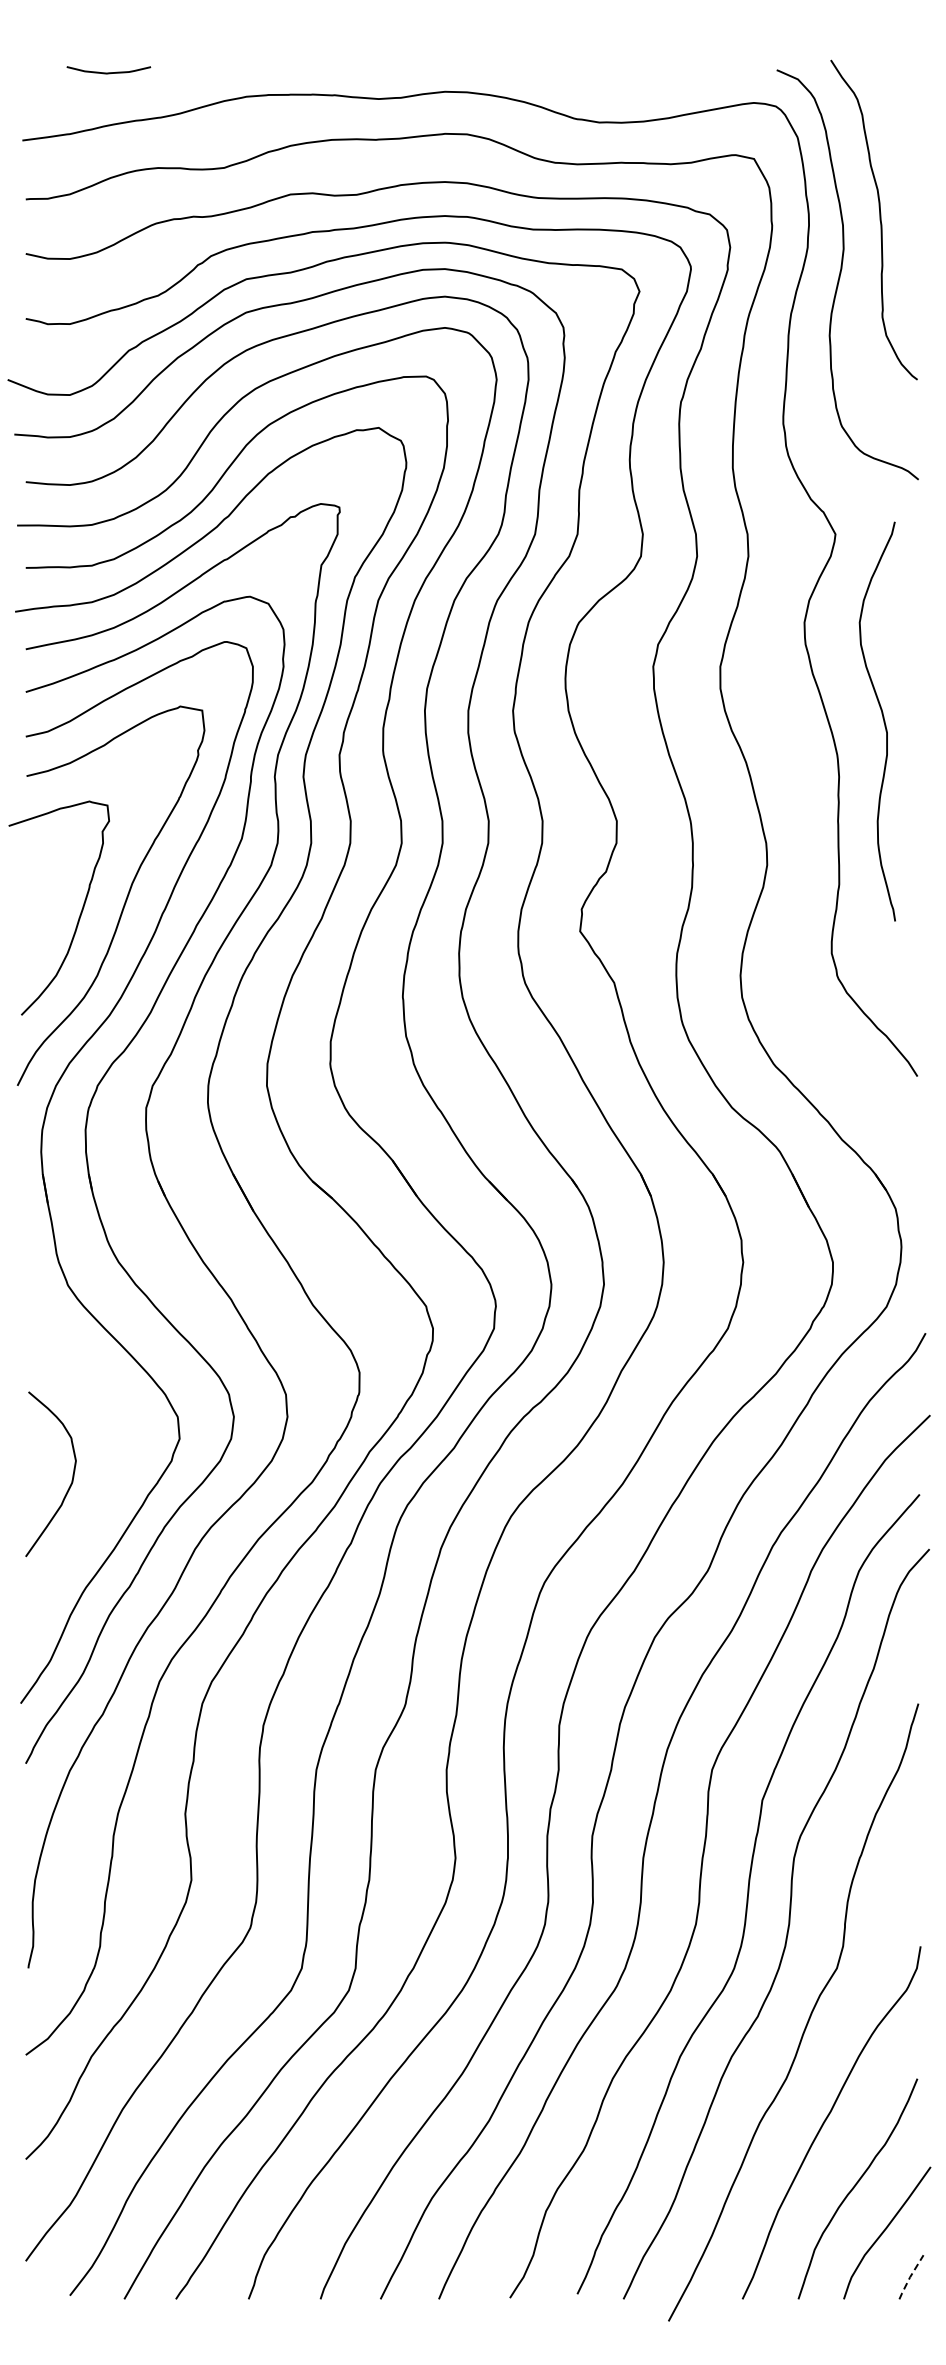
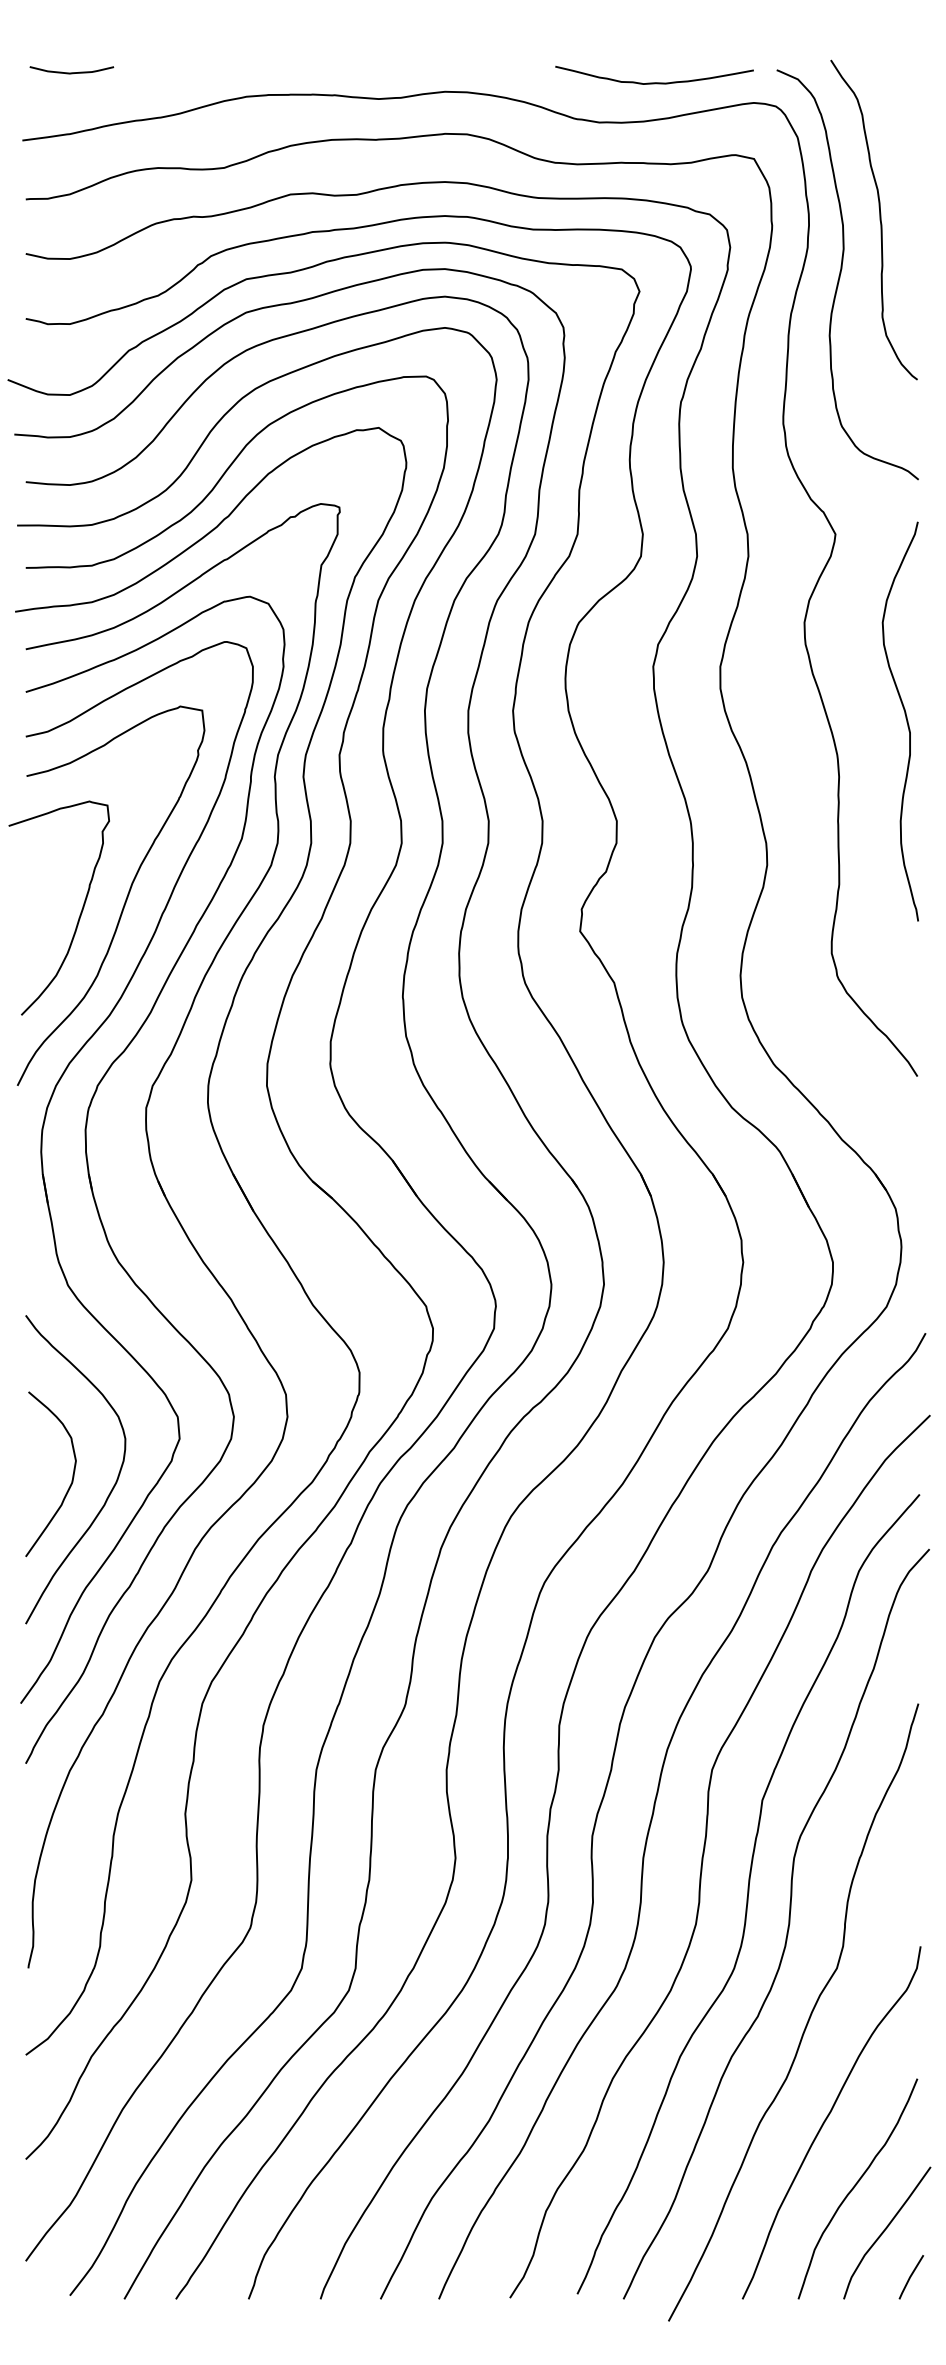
curve at (108, 72) position: (108, 72) -> (71, 72)
curve at (654, 82): none -> present
curve at (882, 718) position: (882, 718) -> (905, 718)
curve at (110, 1490): none -> present
line at (910, 2277): dashed -> solid
